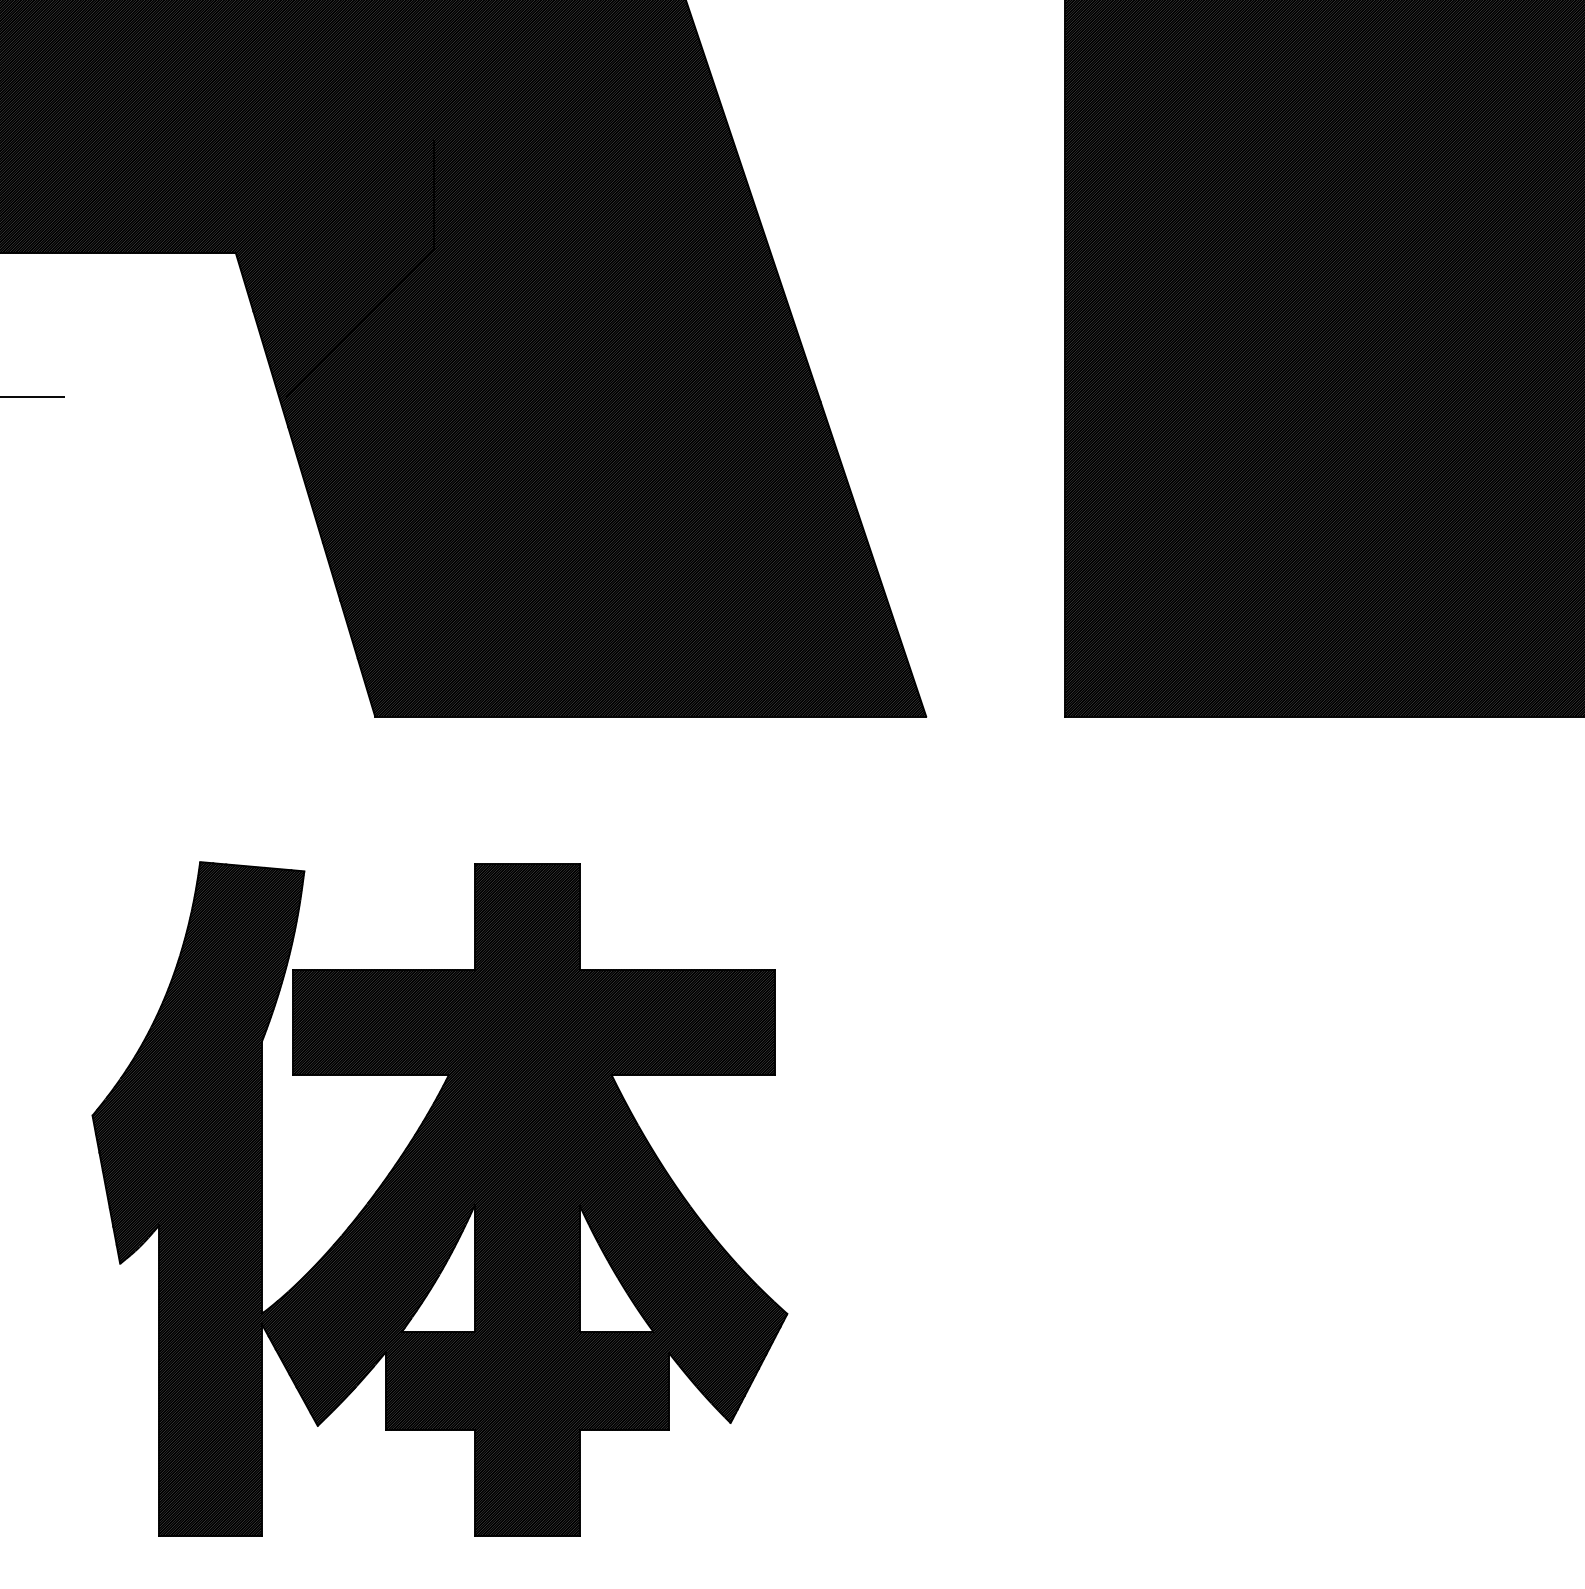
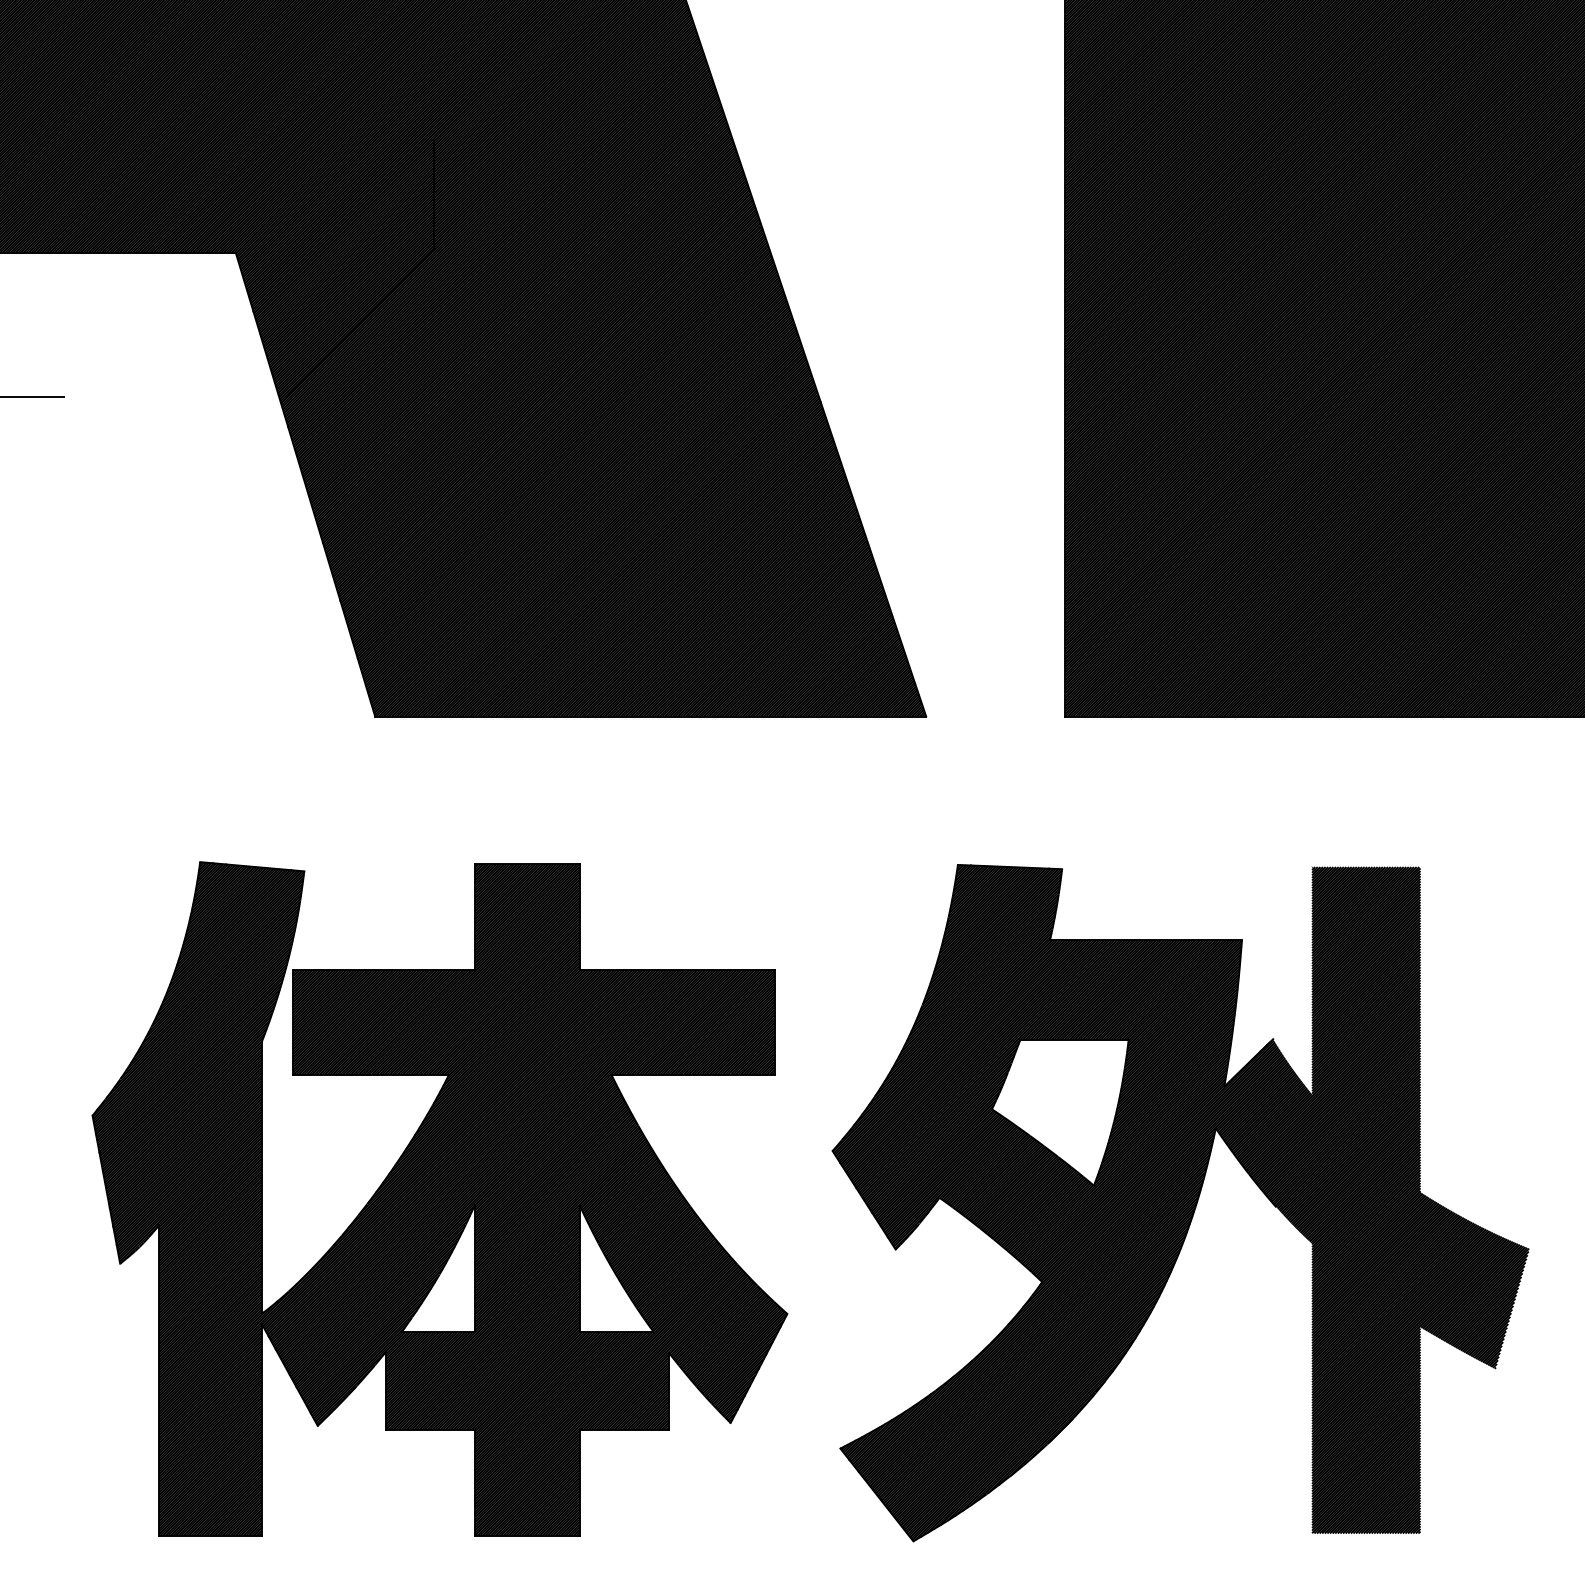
part at (1180, 1203): none -> present
